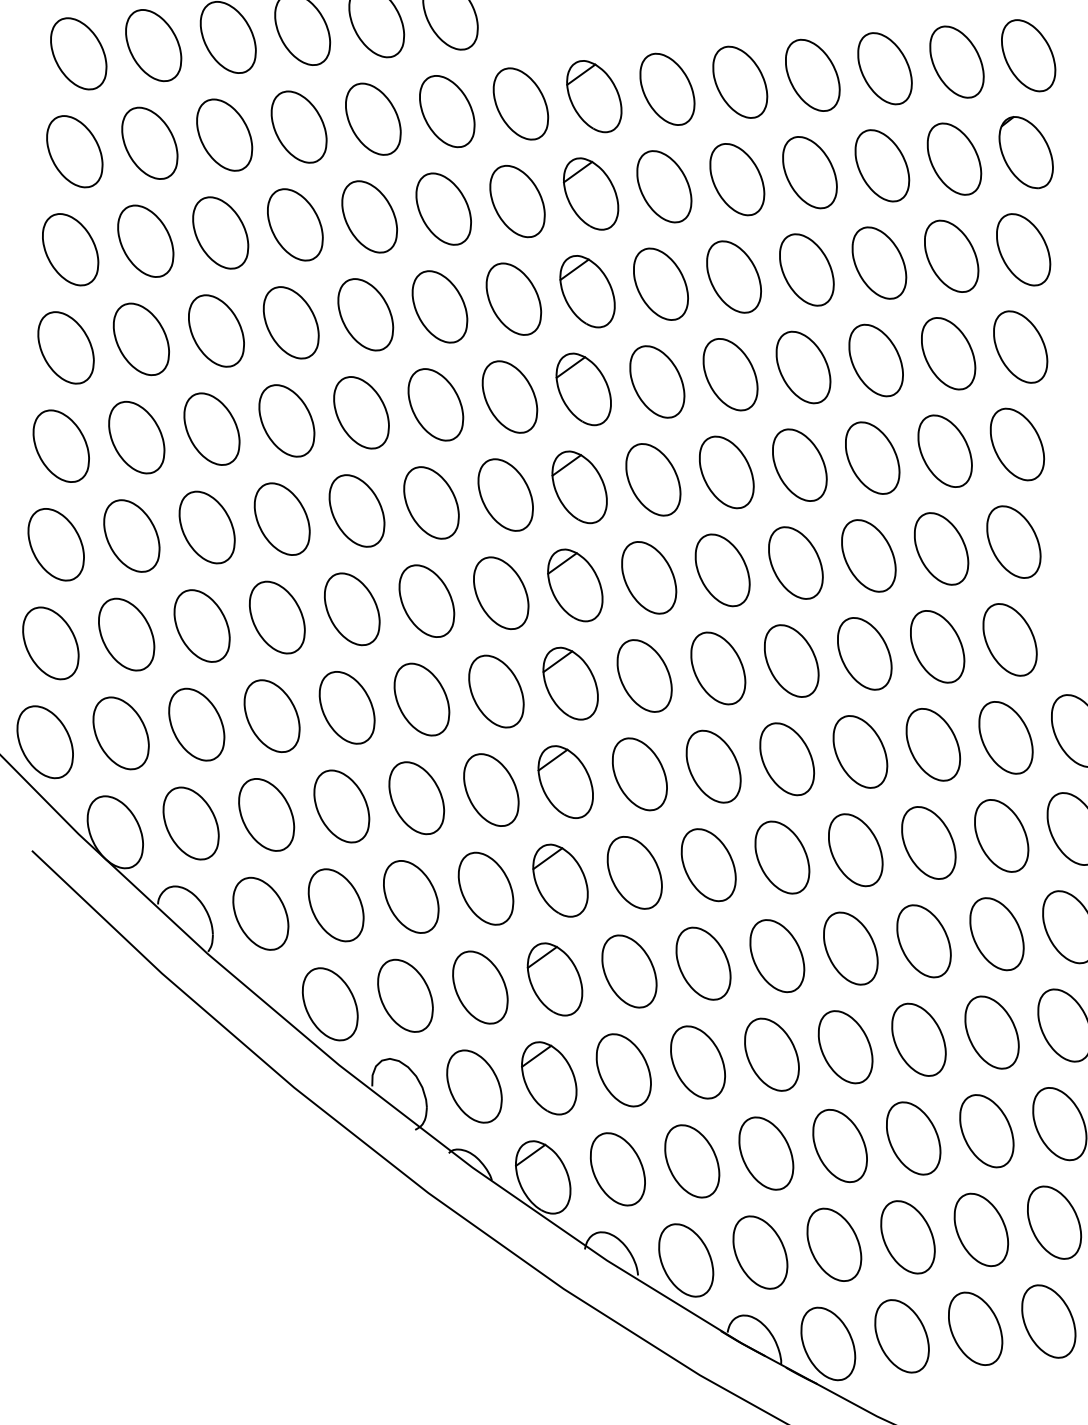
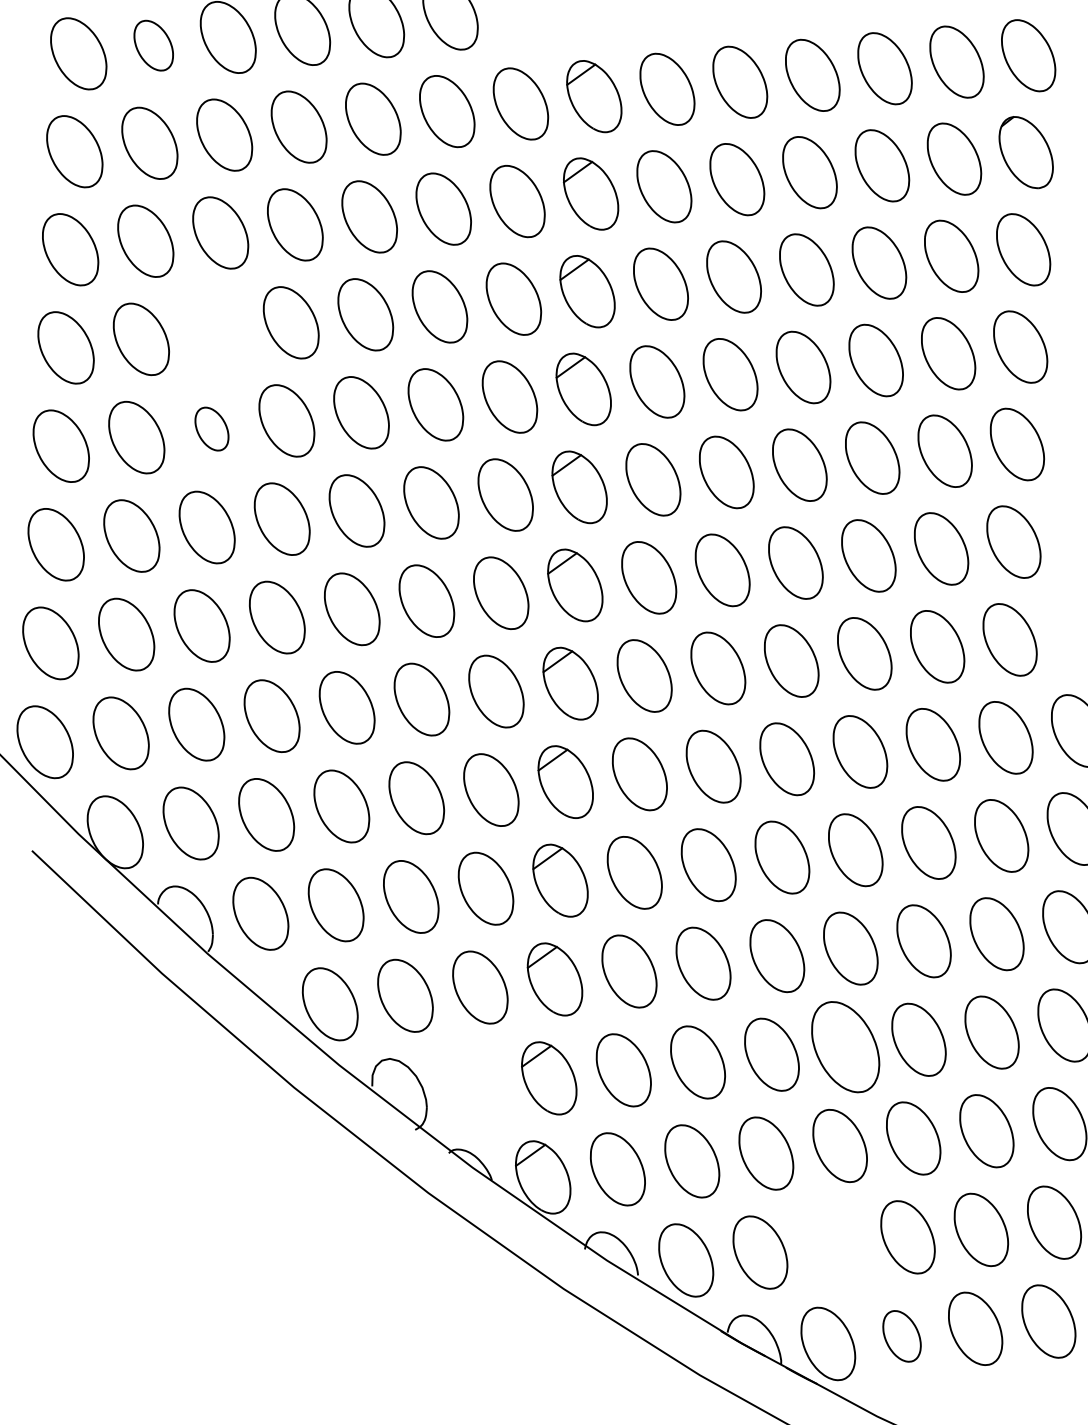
part at (153, 45) size: 58x74 px -> 41x53 px
part at (216, 330): present -> none
part at (211, 428) size: 58x74 px -> 36x46 px
part at (845, 1047) size: 57x75 px -> 70x93 px
part at (474, 1086): present -> none
part at (834, 1244): present -> none
part at (901, 1336) size: 56x75 px -> 40x53 px
